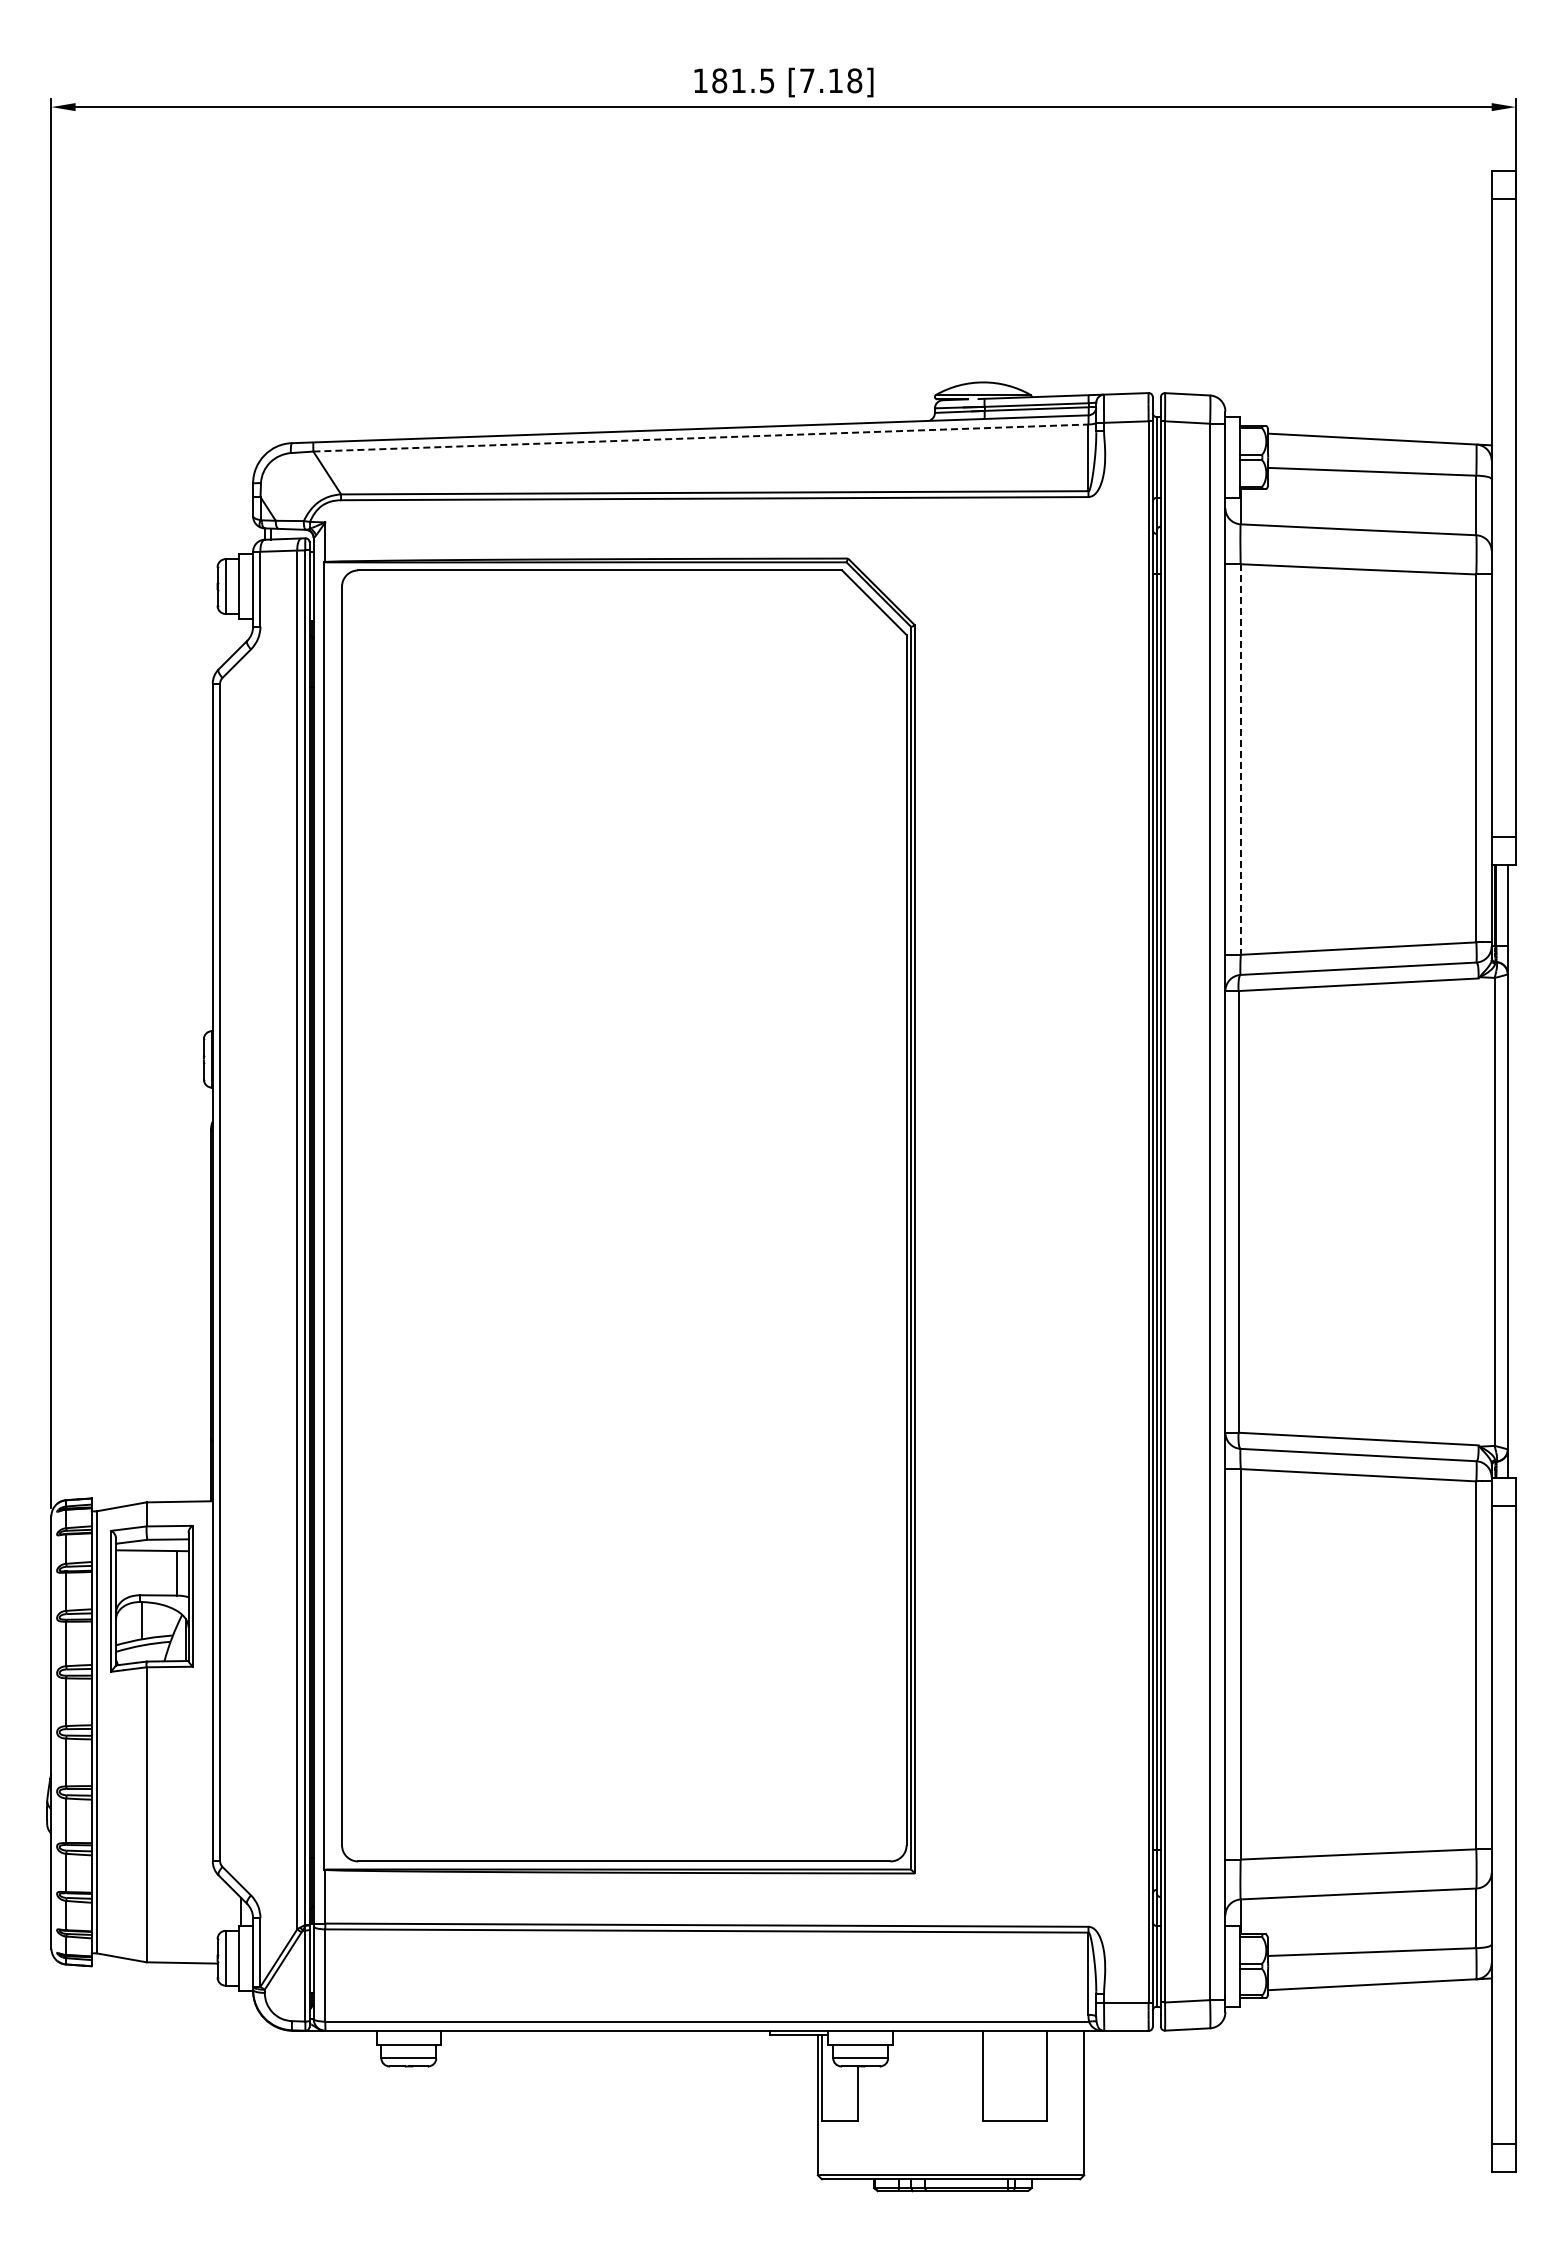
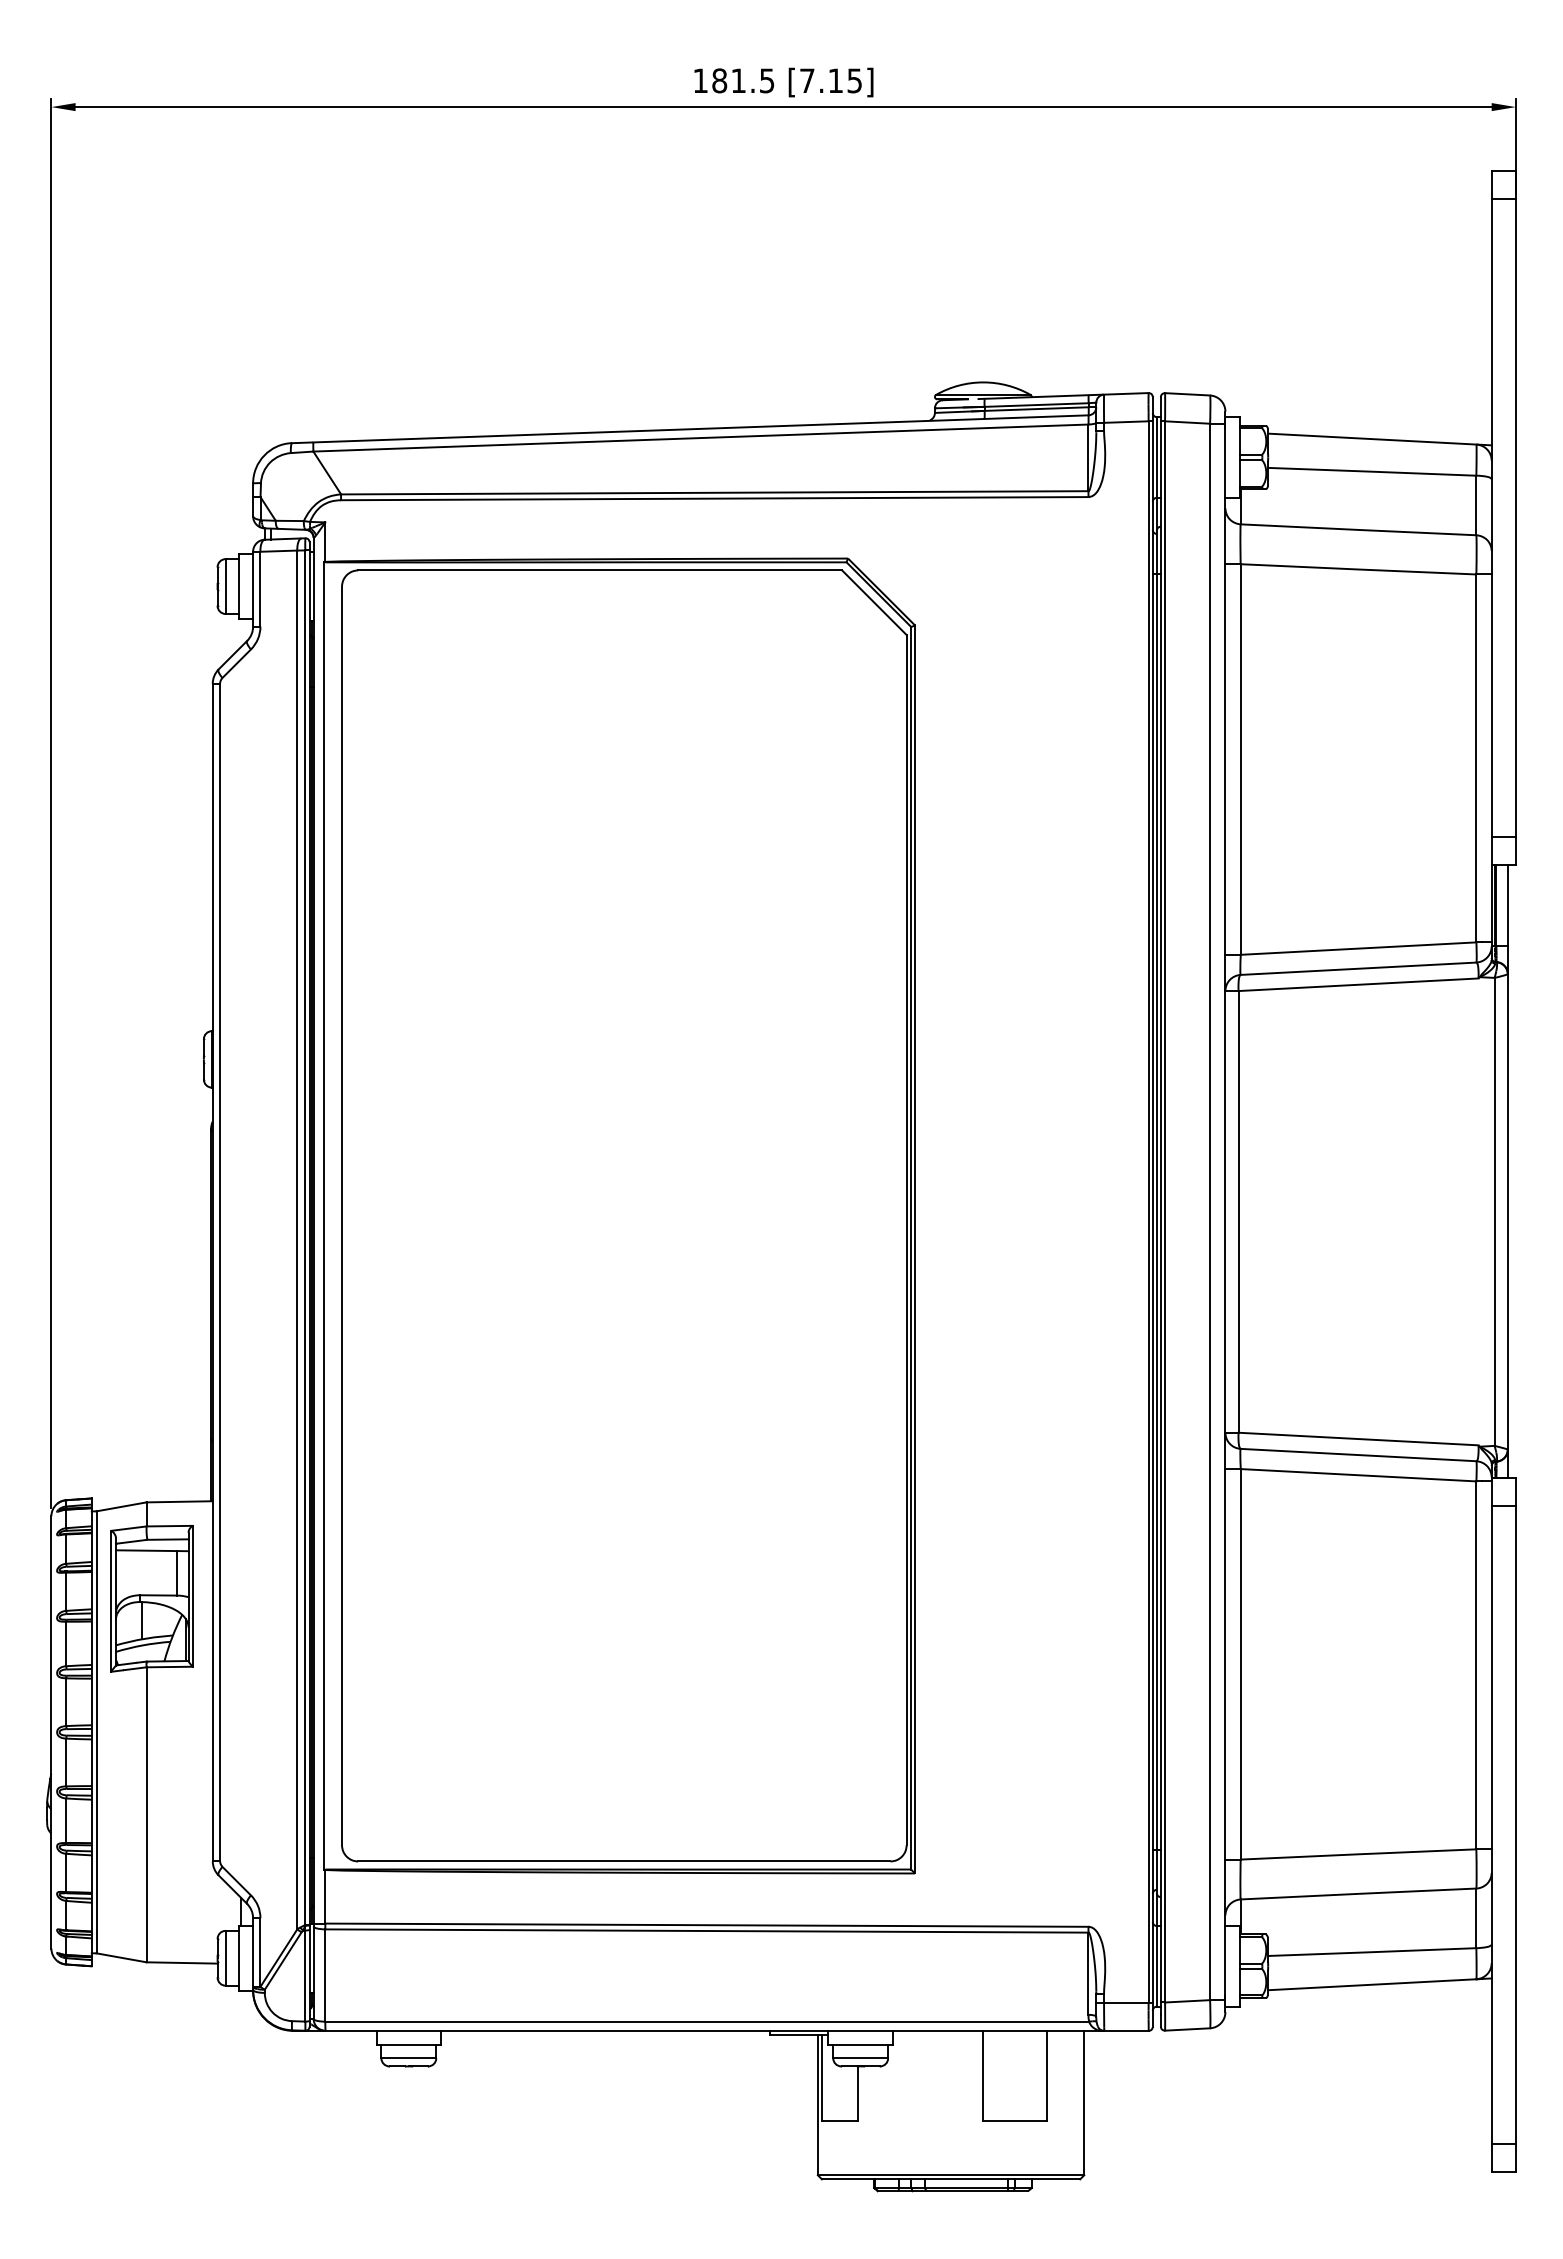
text at (854, 80): [7.18] -> [7.15]
line at (700, 438): dashed -> solid
line at (1240, 760): dashed -> solid
